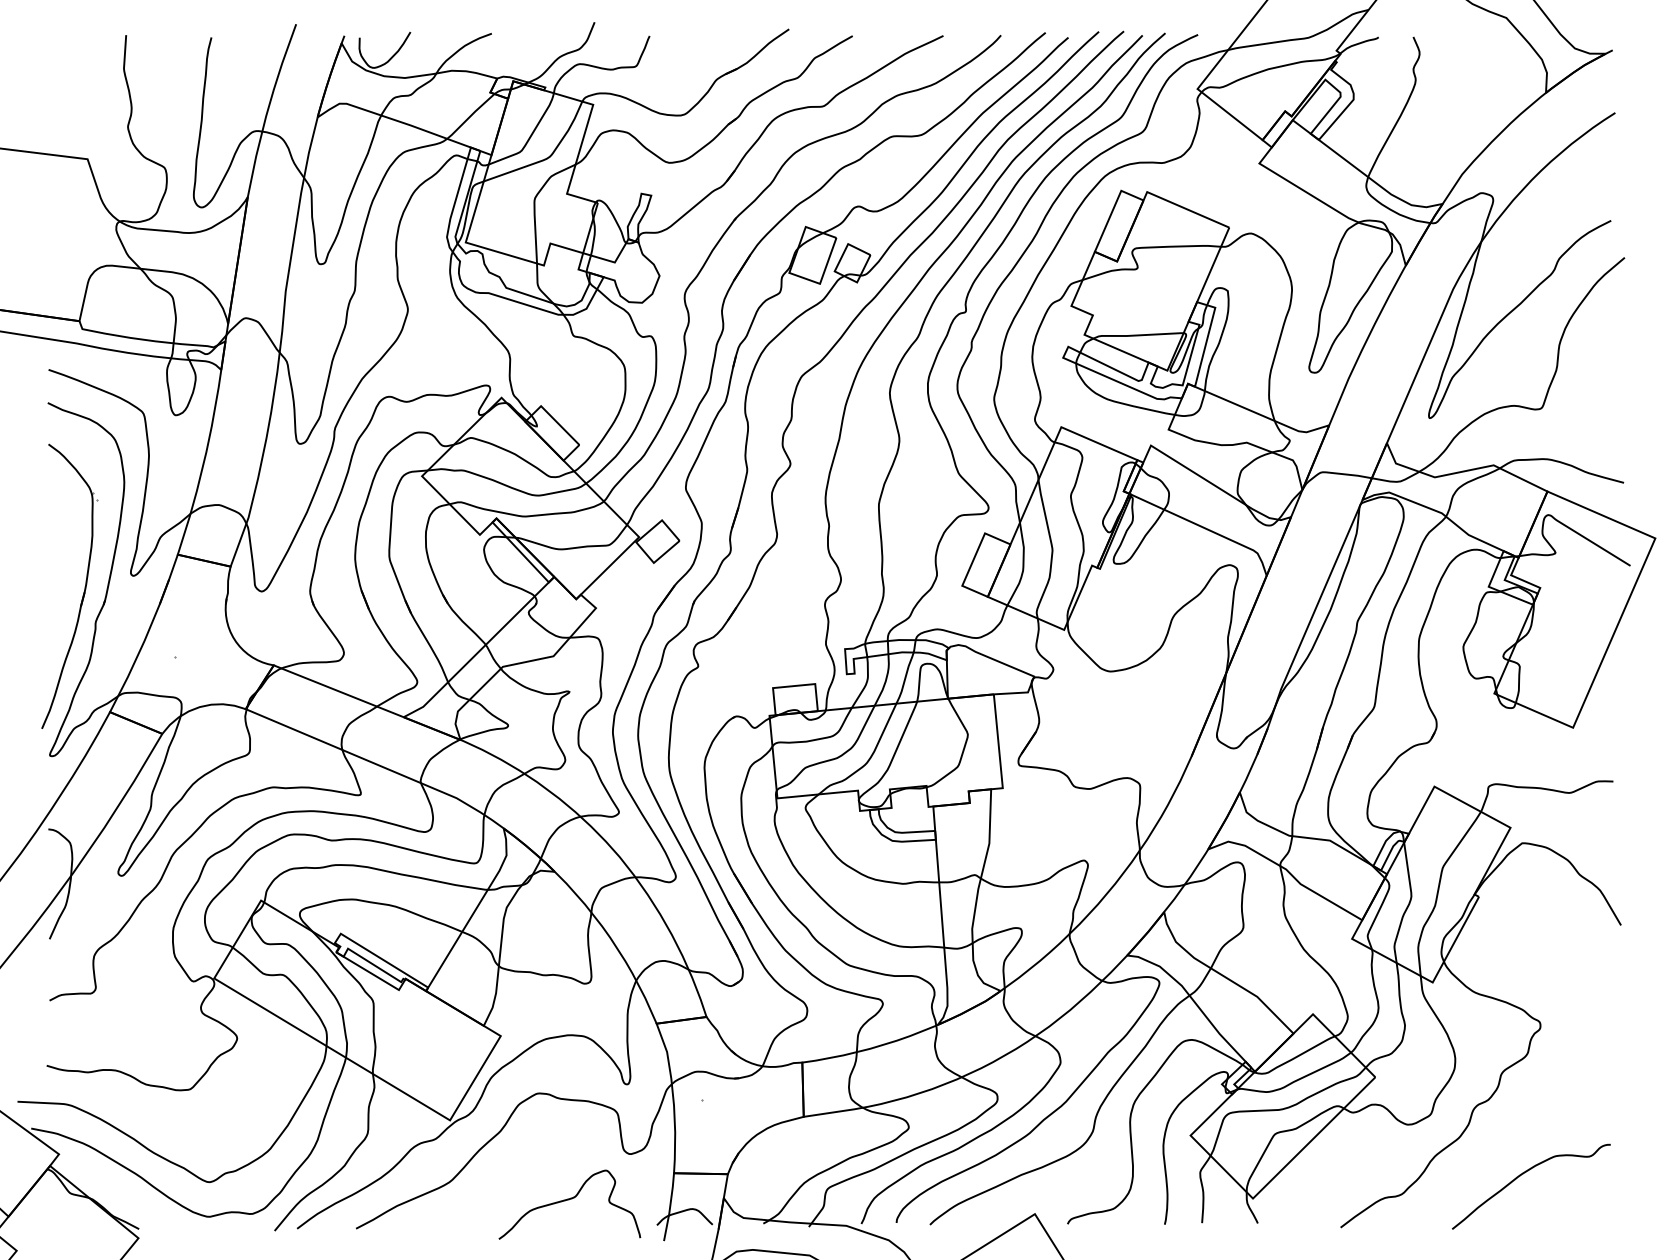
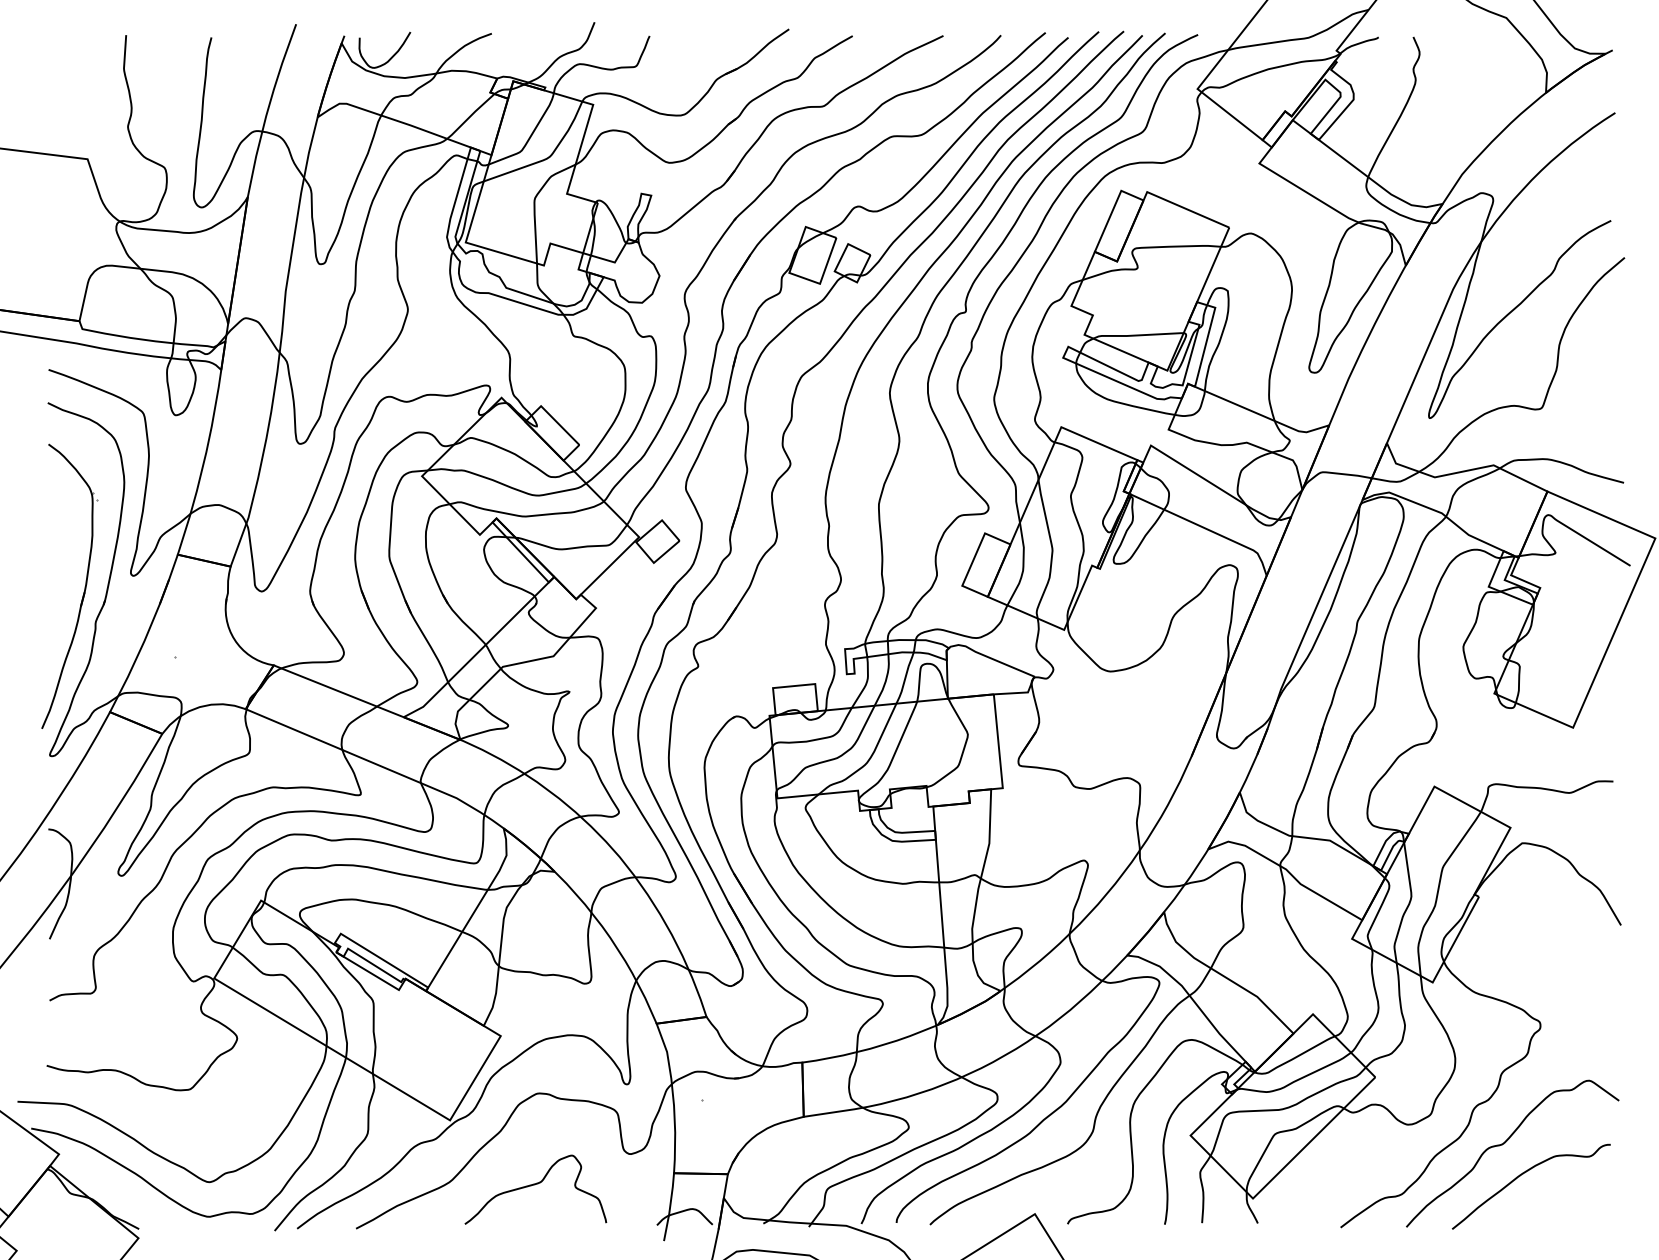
curve at (1505, 1143): none -> present
curve at (569, 1200) position: (569, 1200) -> (535, 1185)
